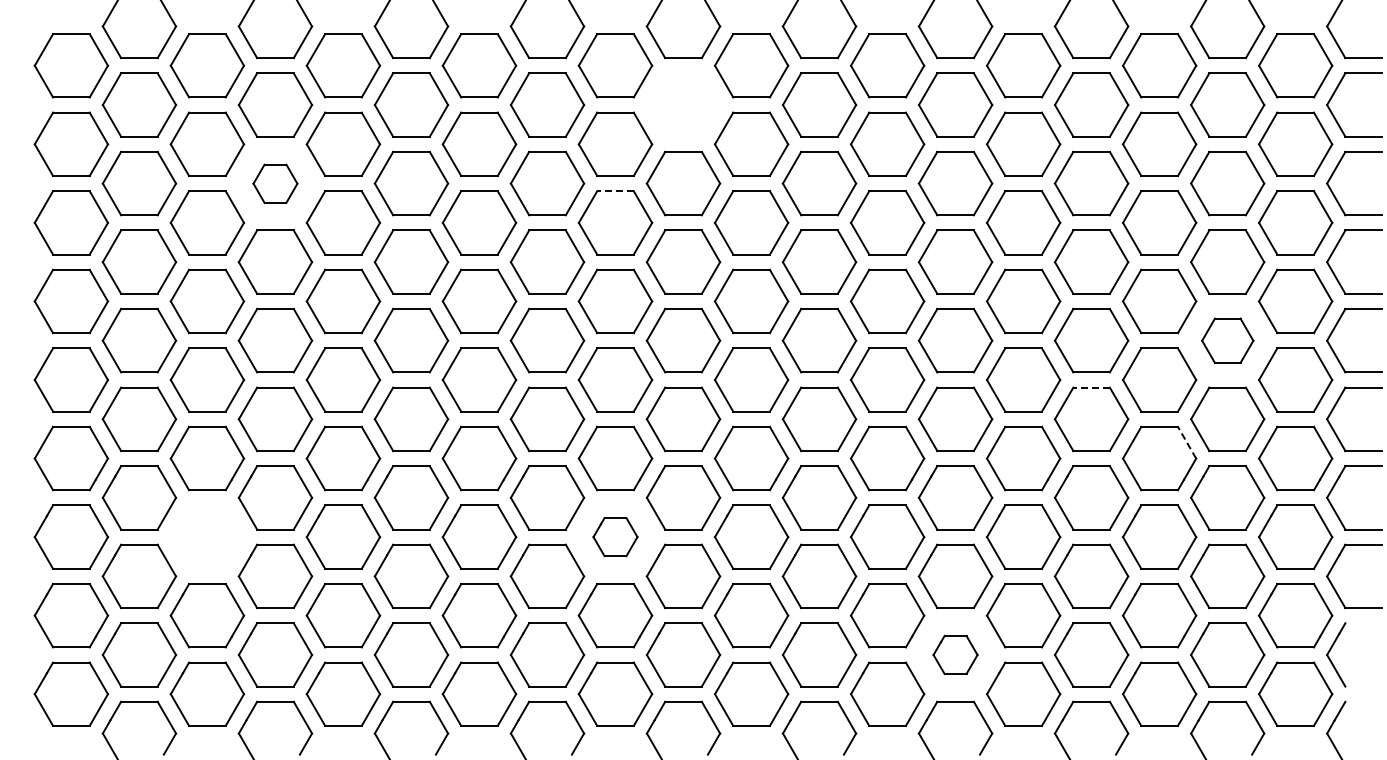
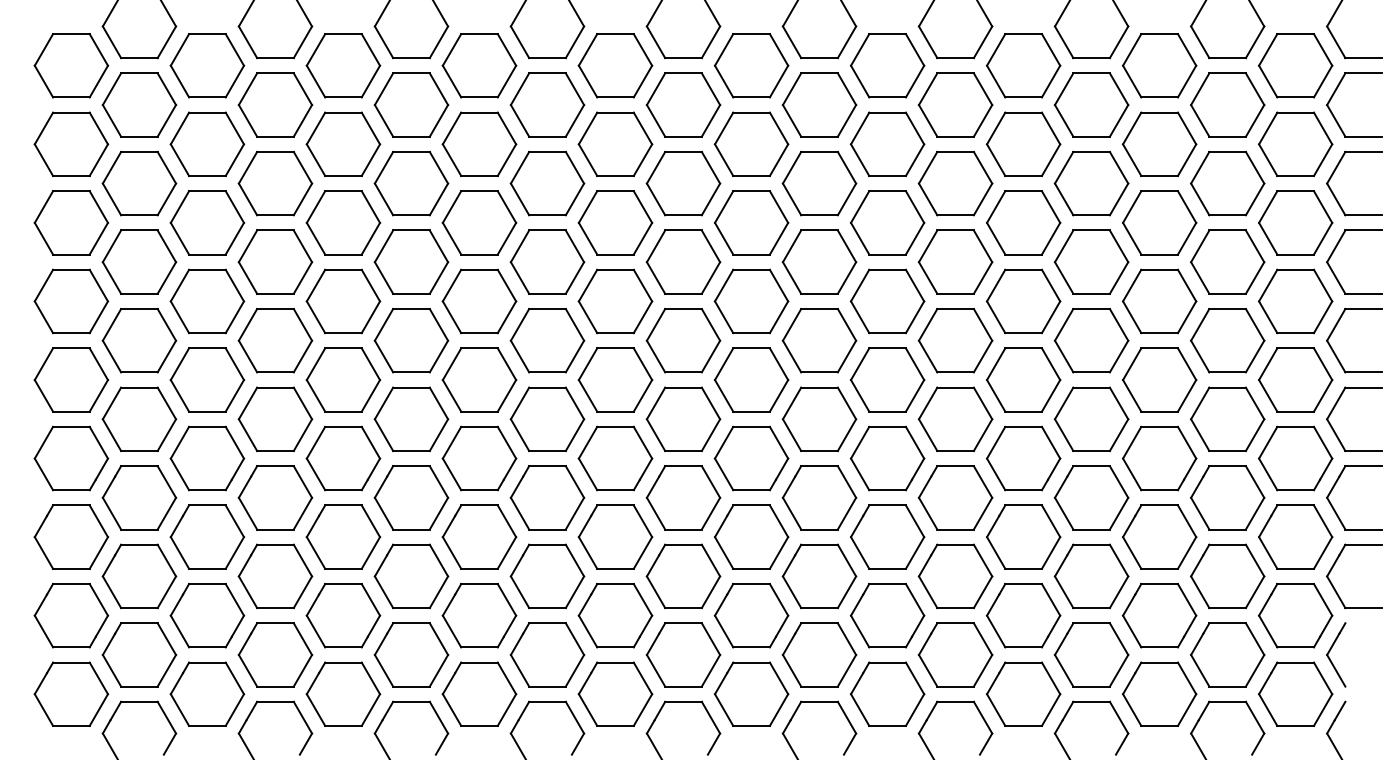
part at (683, 104): none -> present
part at (275, 183) size: 47x41 px -> 77x66 px
line at (615, 191): dashed -> solid
part at (1227, 340) size: 54x47 px -> 76x66 px
line at (1091, 387): dashed -> solid
line at (1186, 442): dashed -> solid
part at (207, 536): none -> present
part at (615, 537) size: 47x41 px -> 77x66 px
part at (955, 654) size: 47x41 px -> 77x66 px
